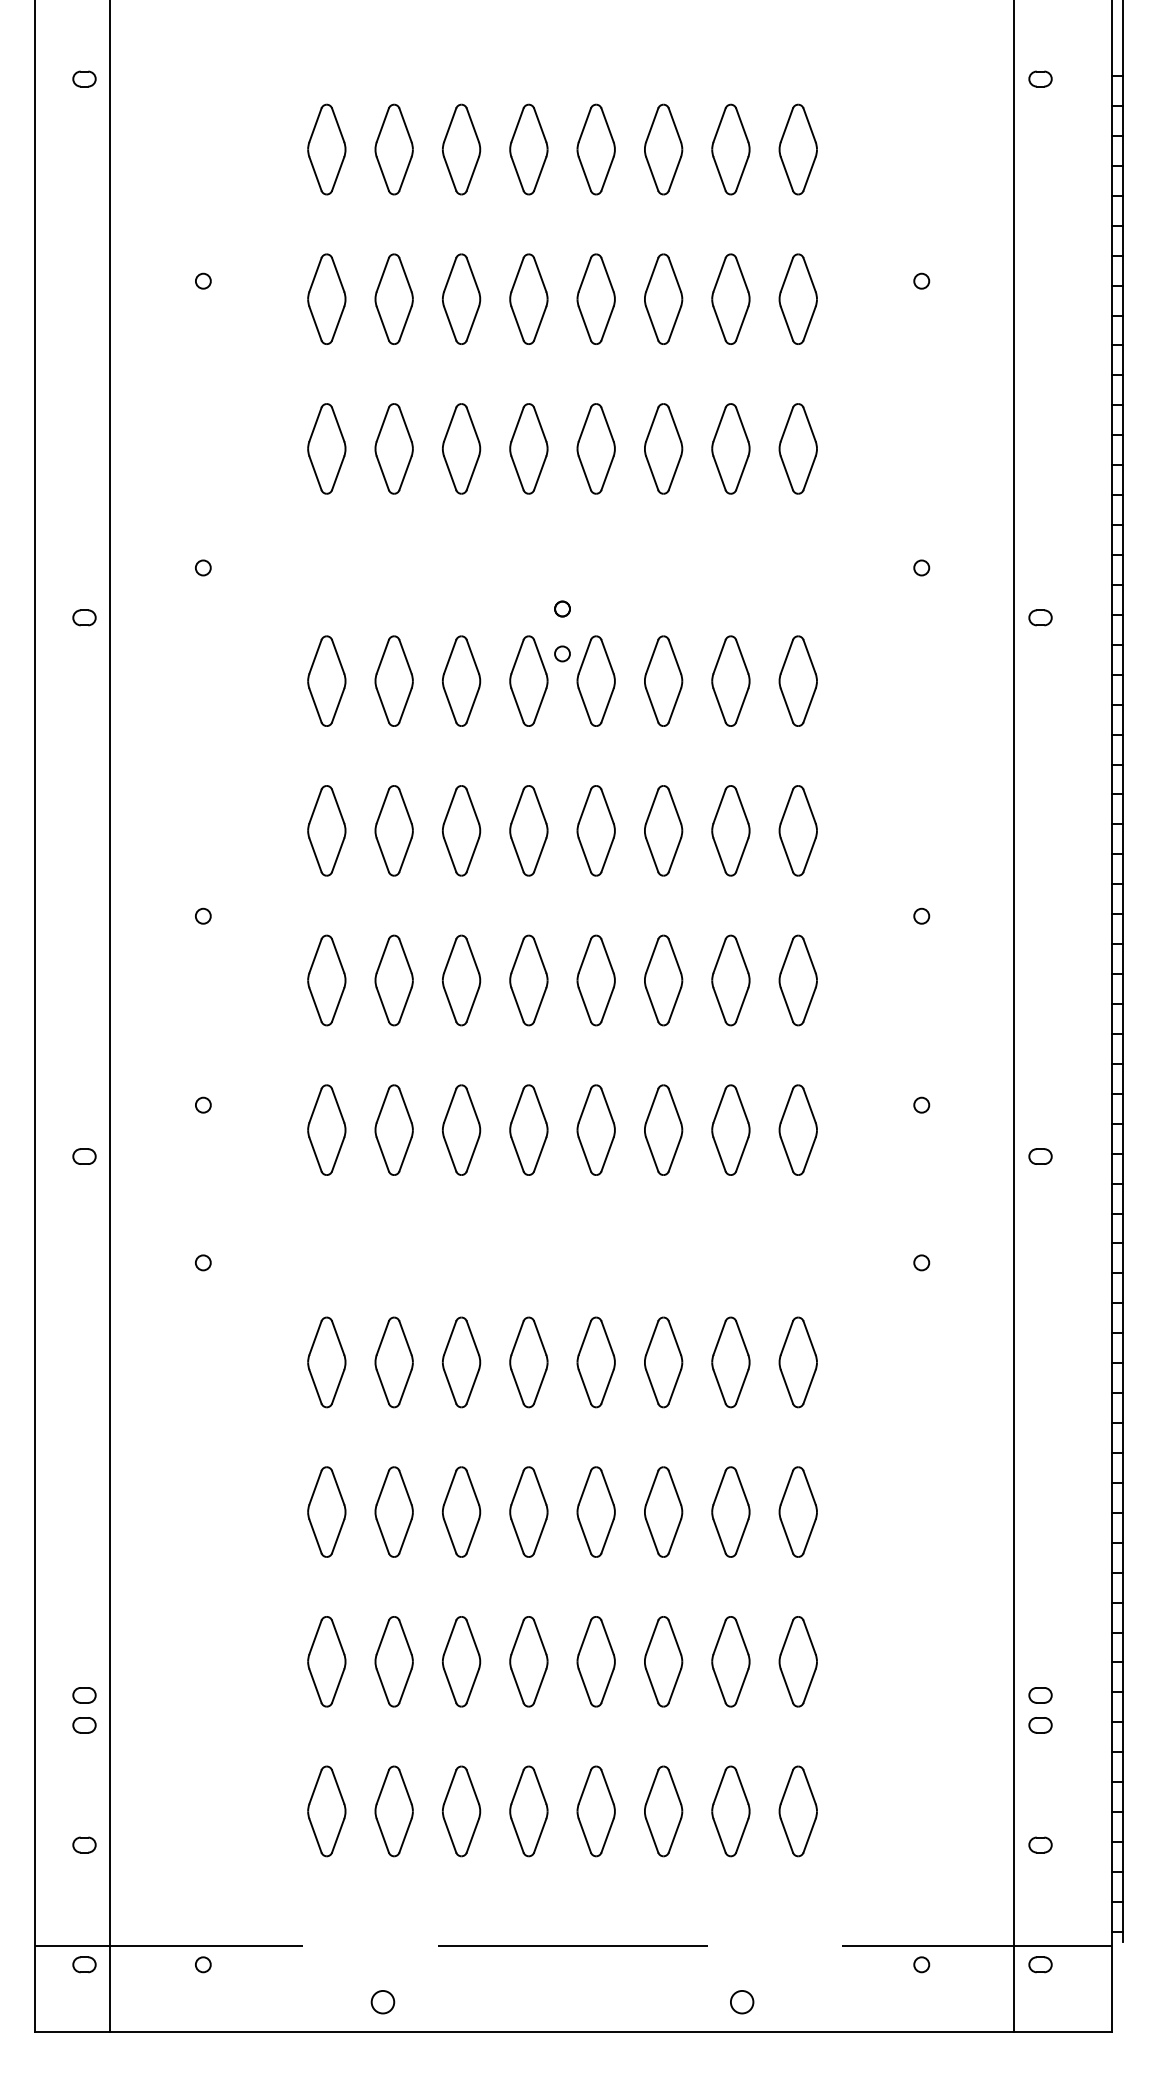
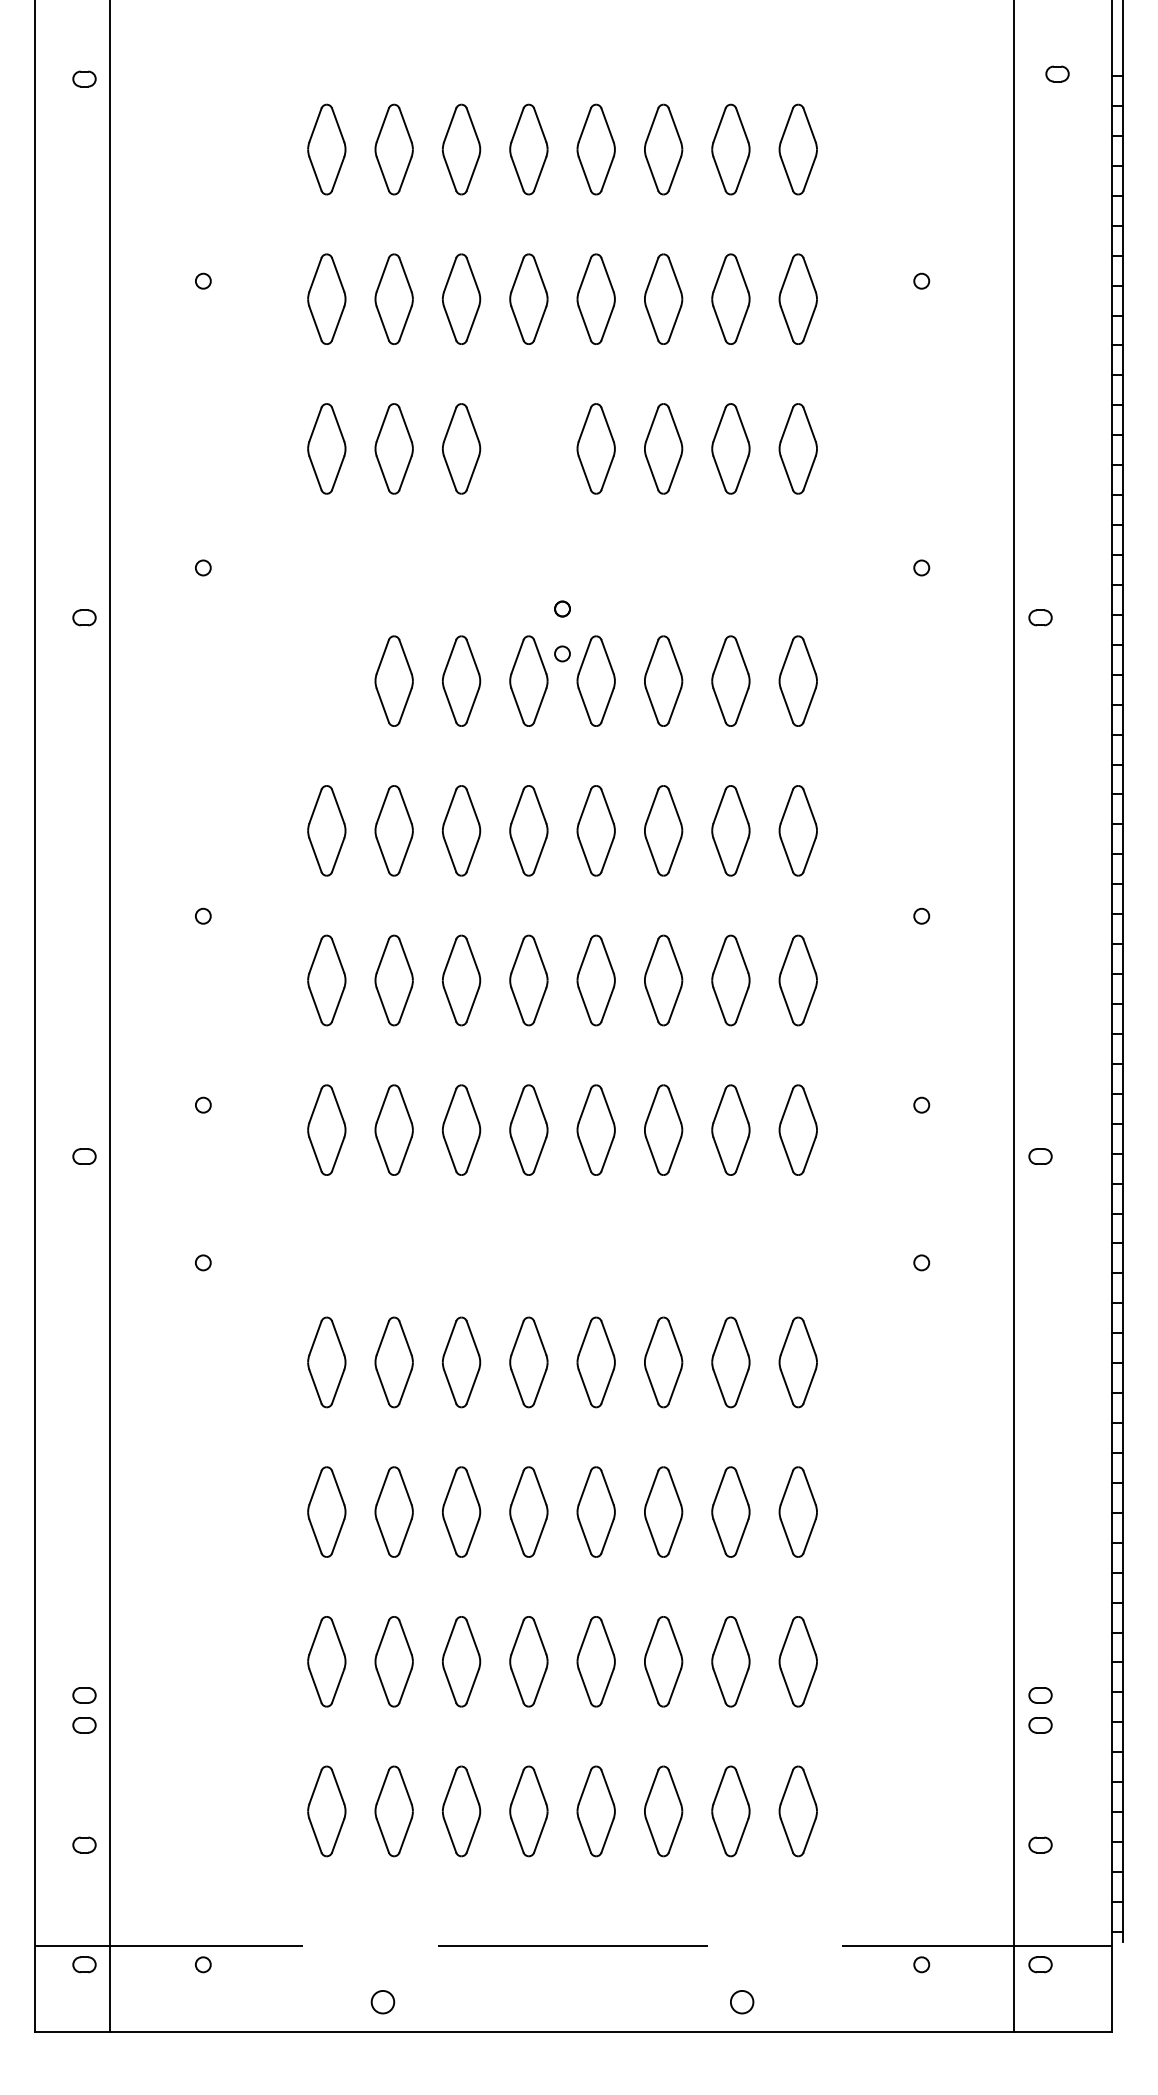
part at (1040, 78) position: (1040, 78) -> (1057, 73)
part at (528, 448): present -> none
part at (326, 680): present -> none
